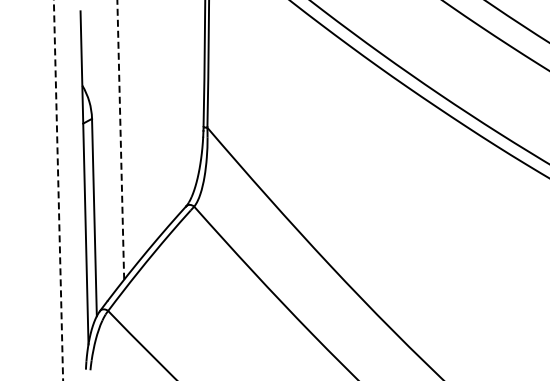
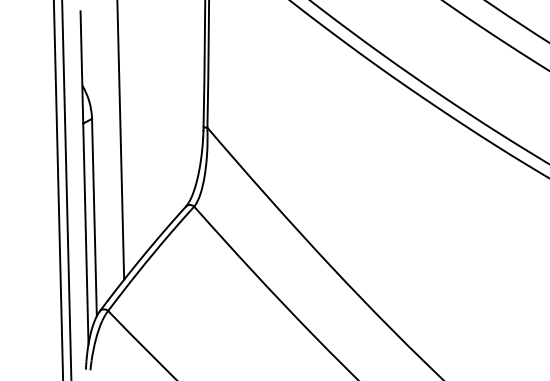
line at (120, 139): dashed -> solid
line at (66, 189): none -> present
line at (58, 190): dashed -> solid
